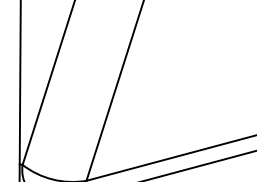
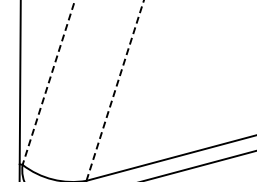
line at (48, 83): solid -> dashed
line at (115, 90): solid -> dashed
